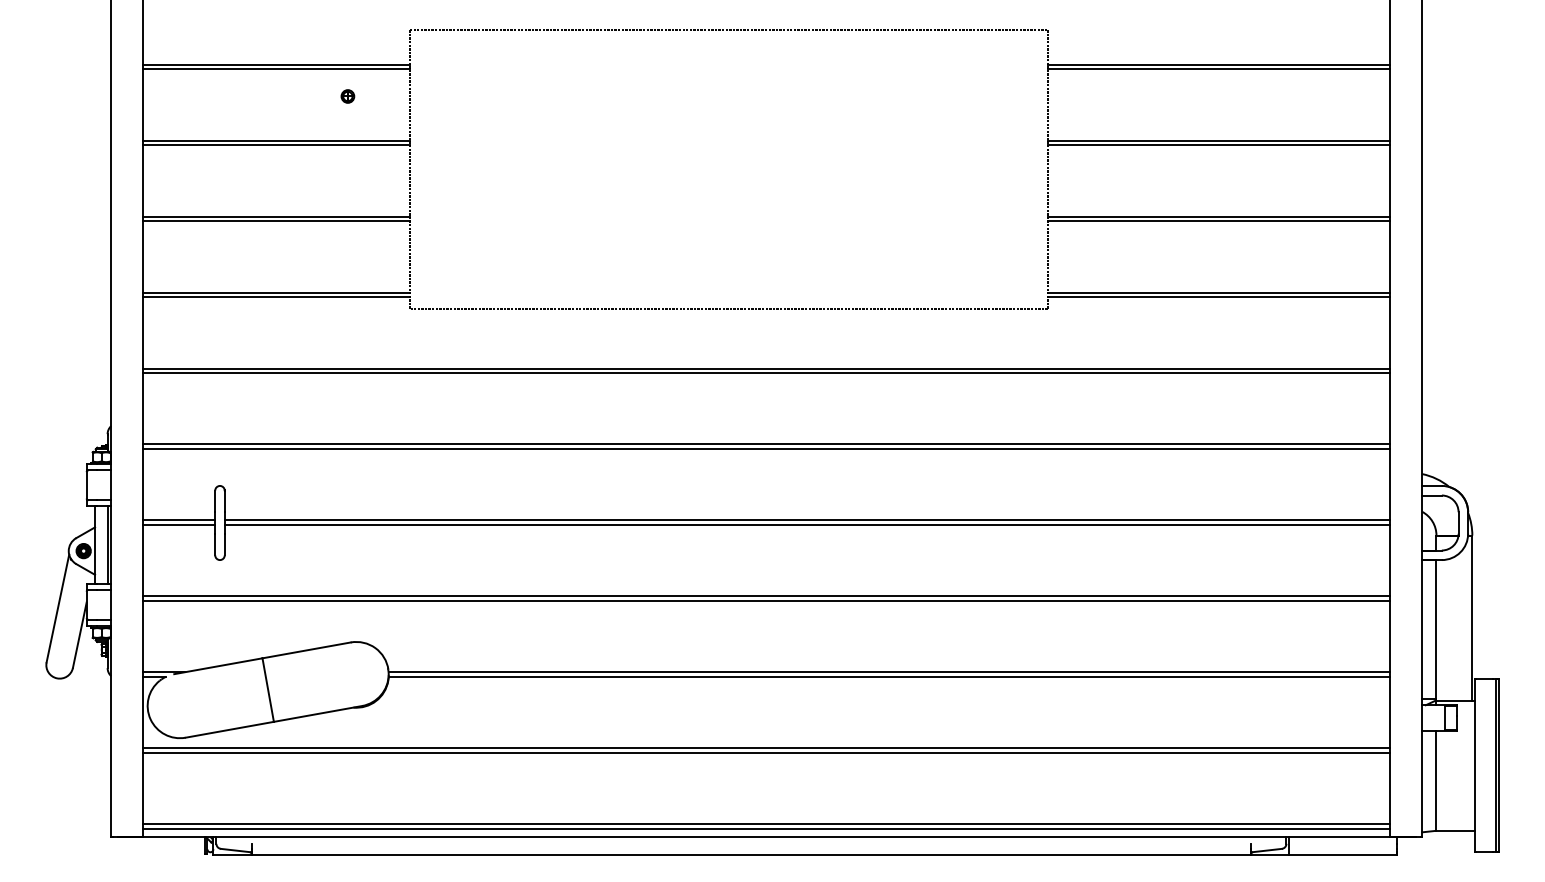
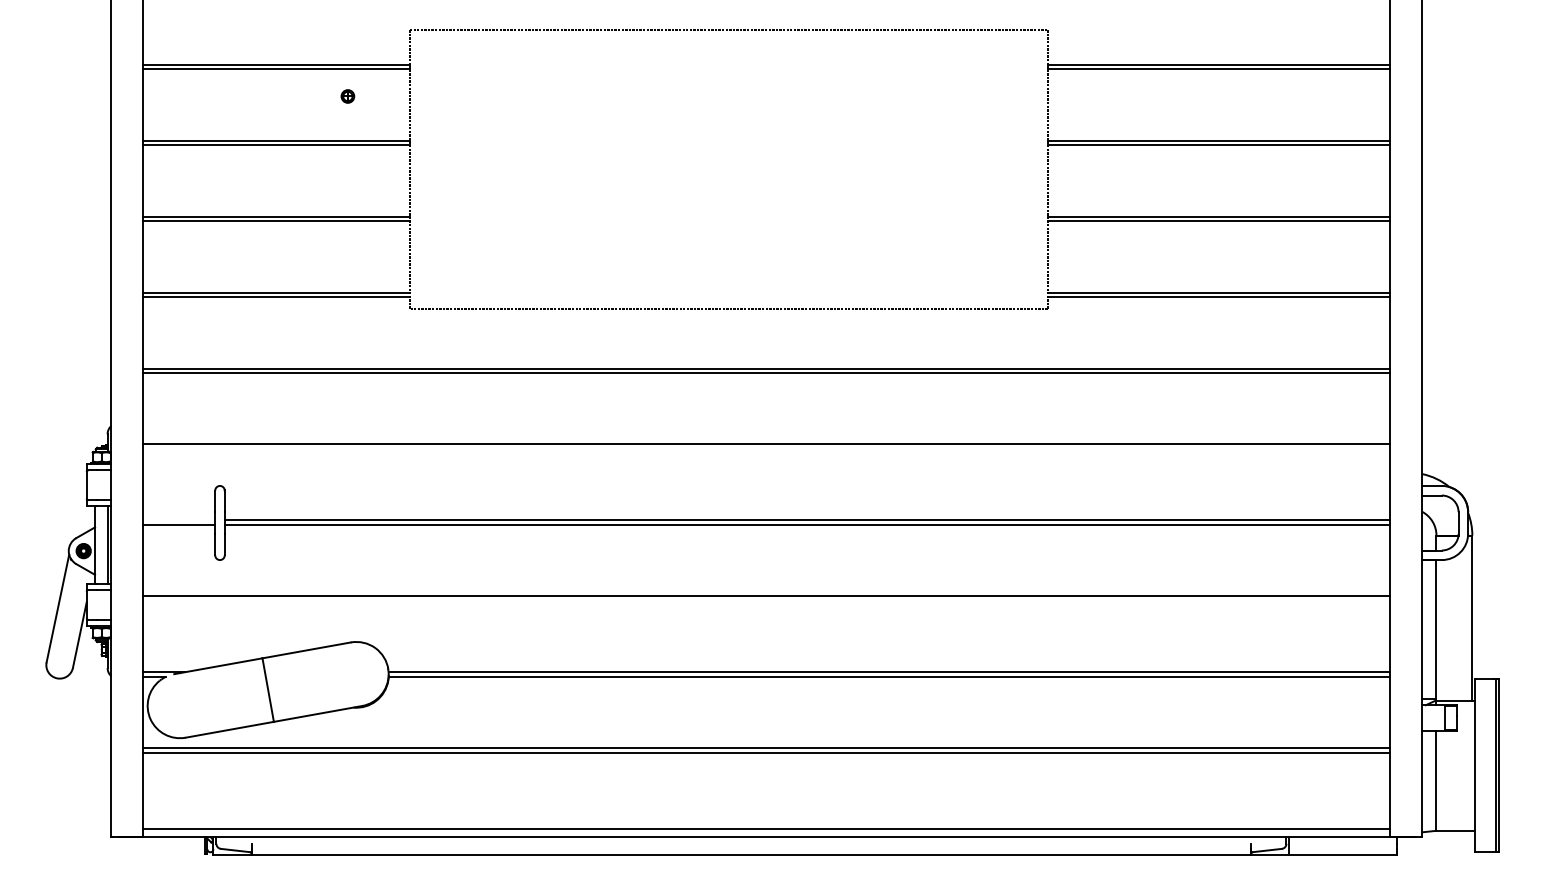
line at (766, 449): present -> none
line at (179, 520): present -> none
line at (766, 600): present -> none
line at (766, 824): present -> none
